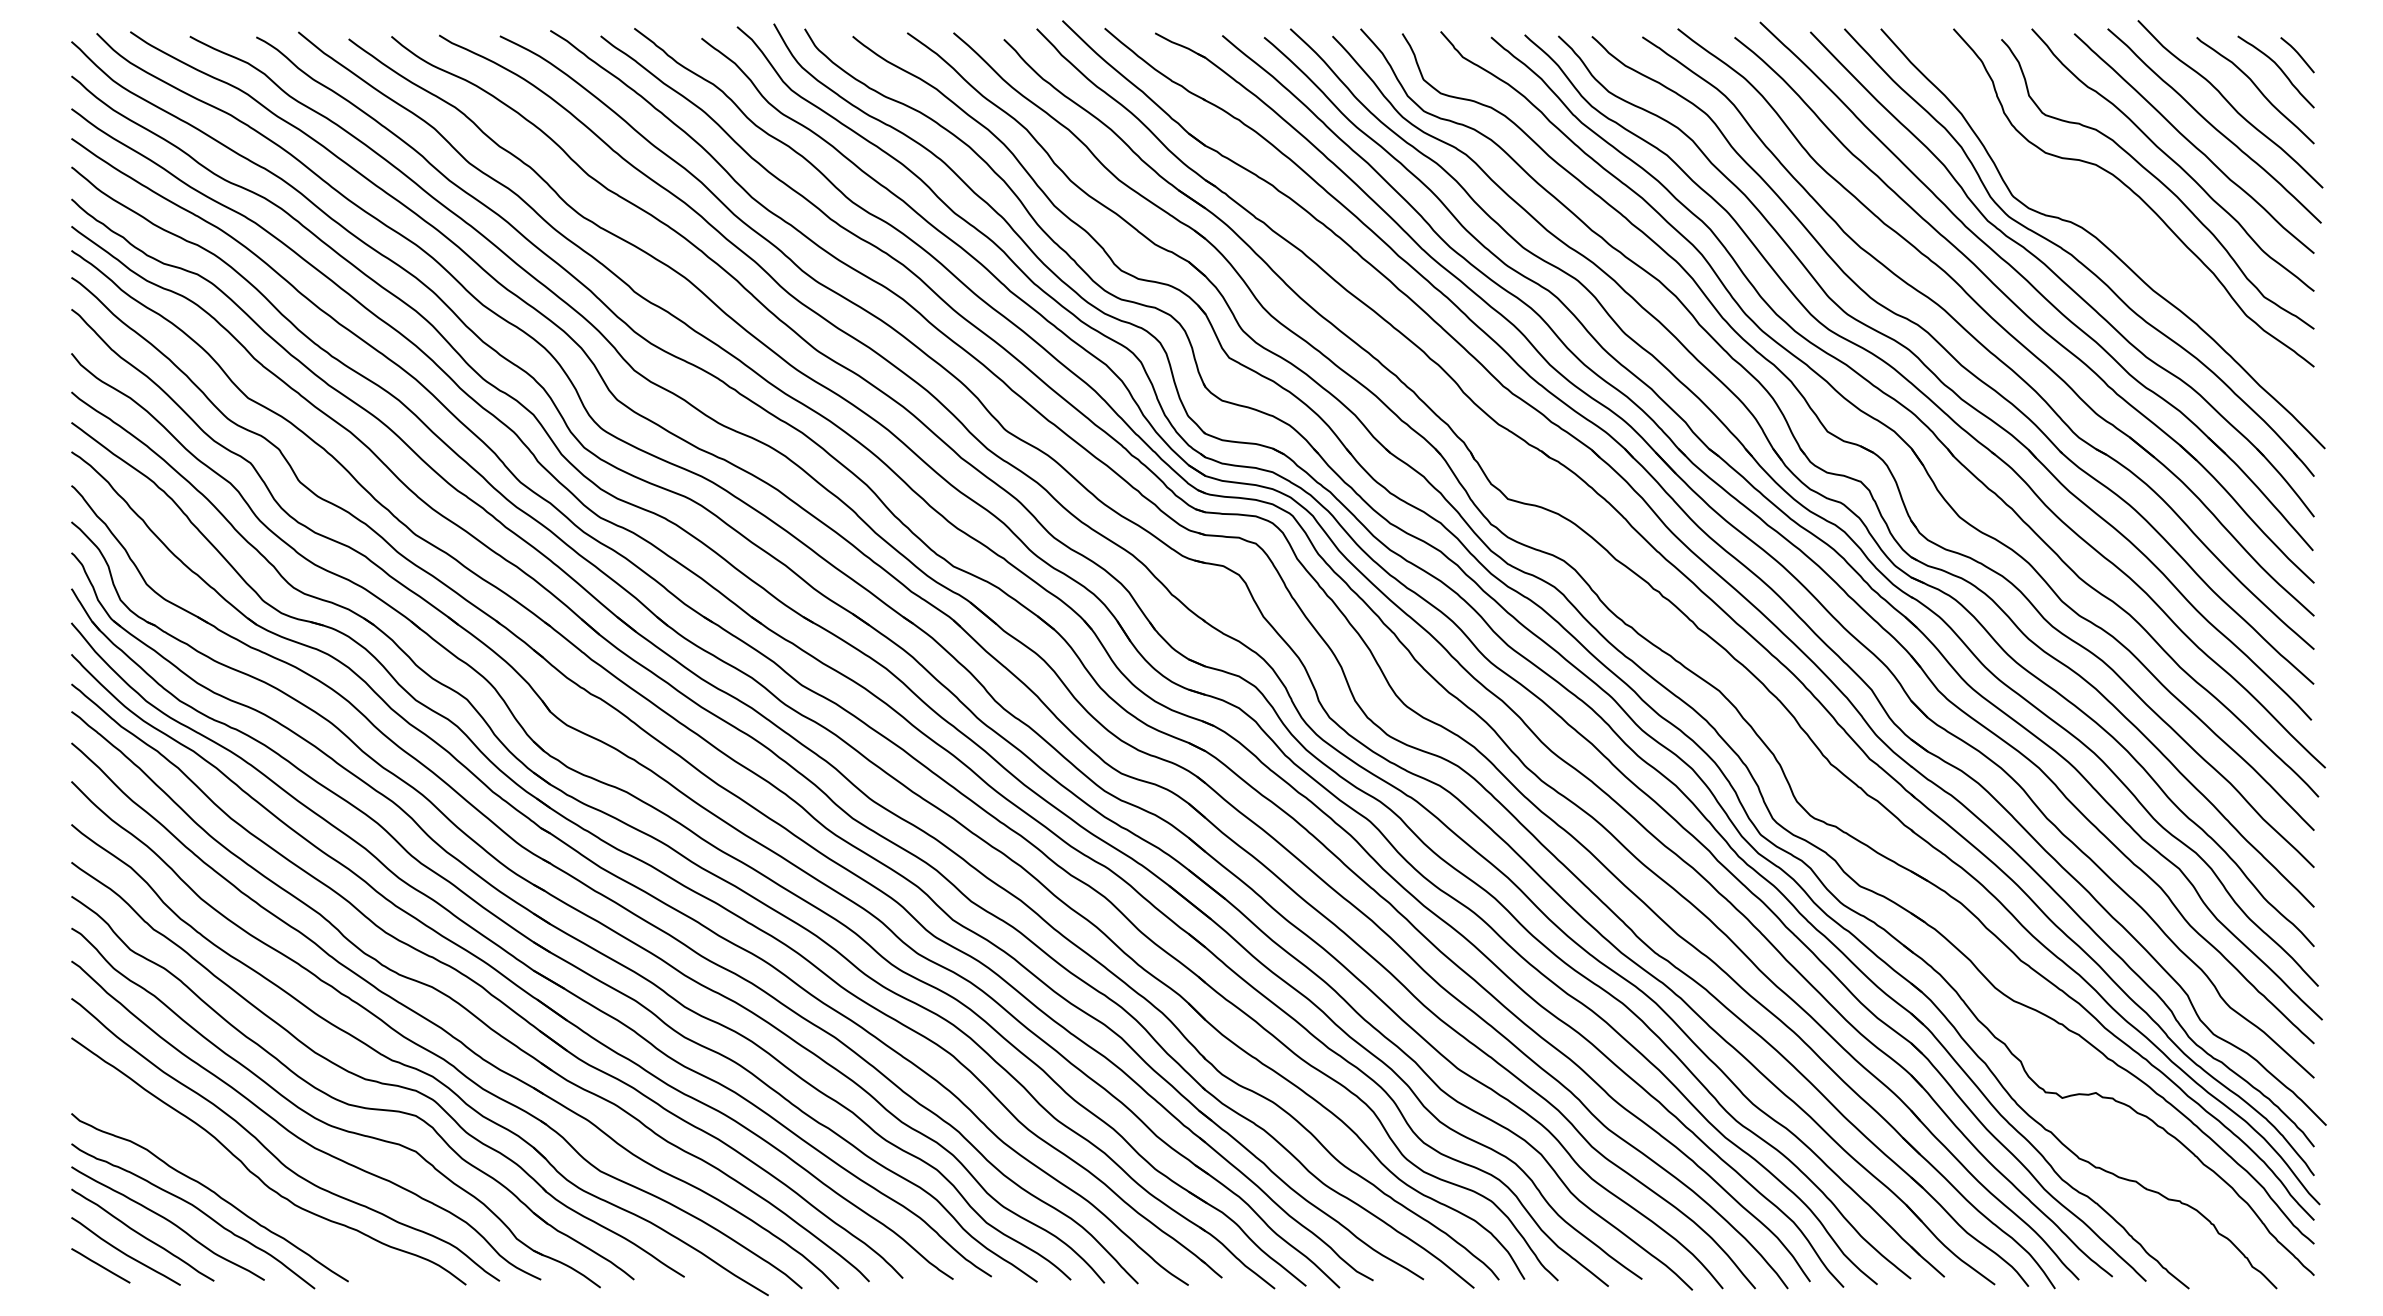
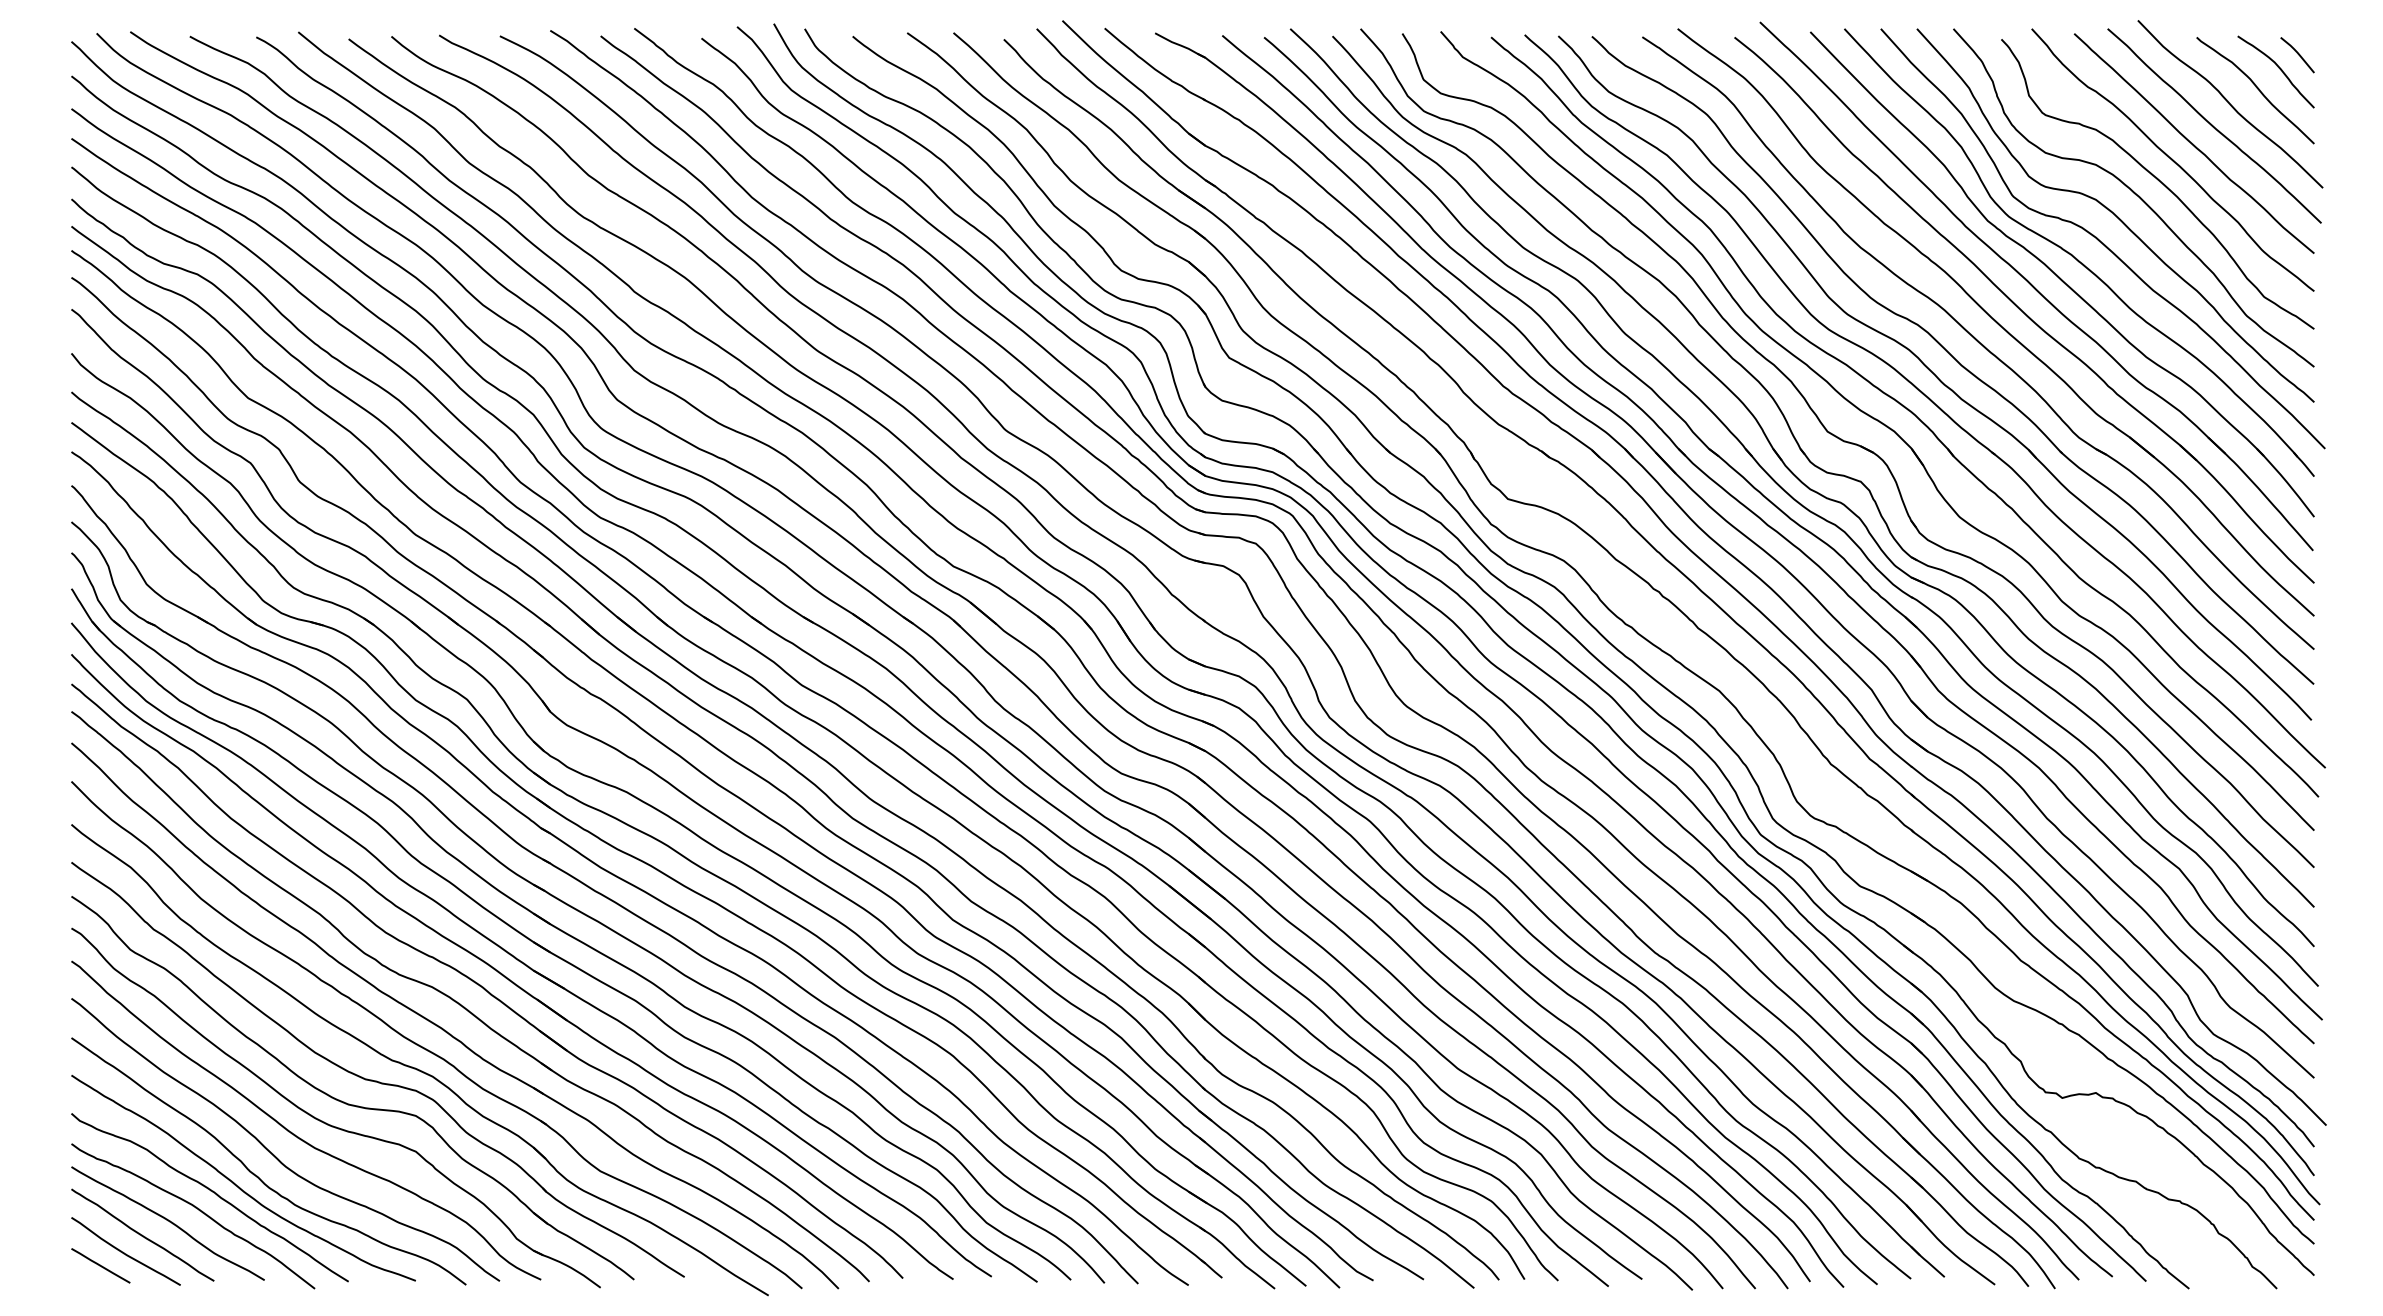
curve at (2115, 215): none -> present
curve at (239, 1186): none -> present
